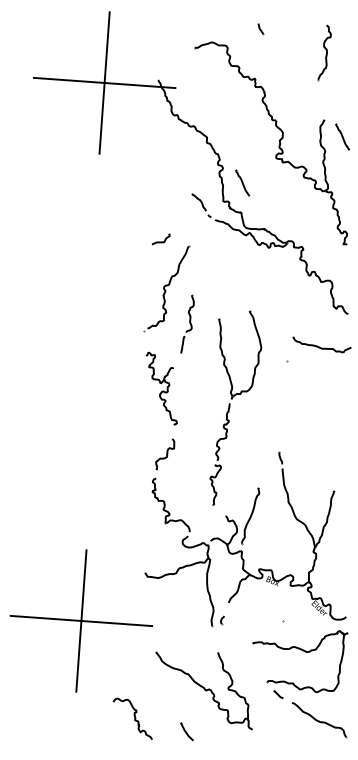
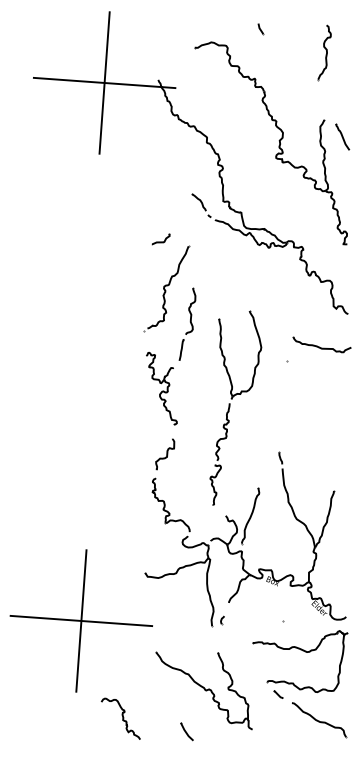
line at (242, 182): present -> none
part at (187, 323) size: 15x60 px -> 19x74 px
curve at (134, 718) position: (134, 718) -> (122, 718)
